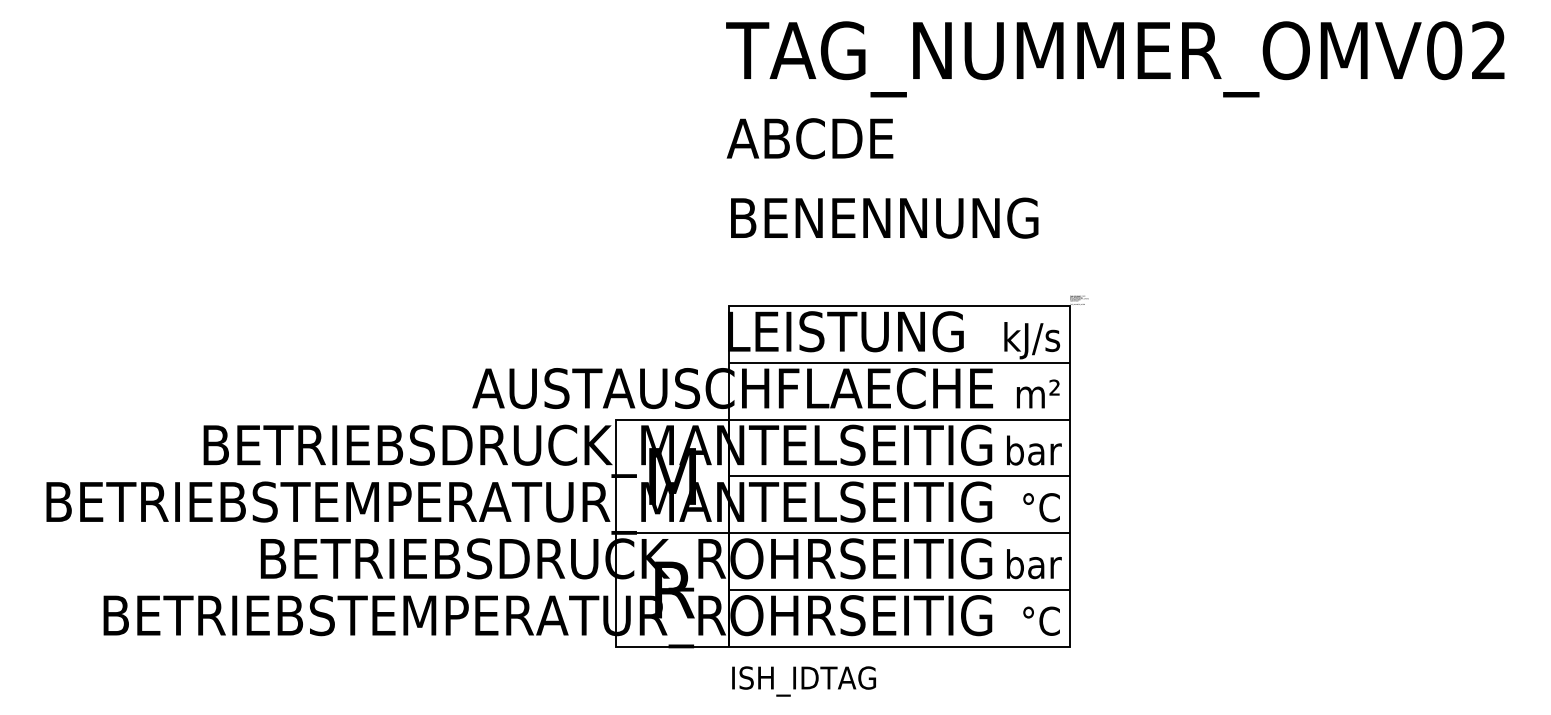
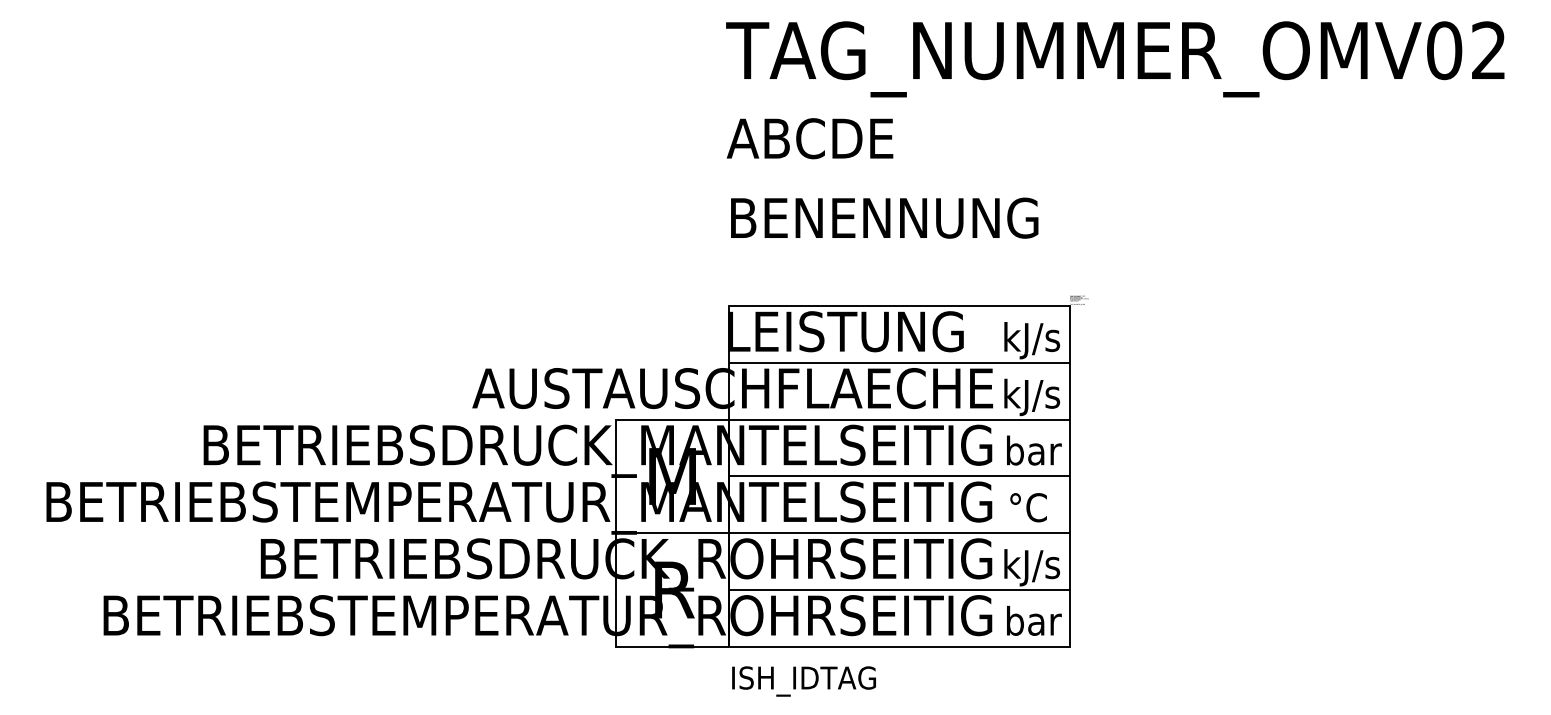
text at (1032, 397): m² -> kJ/s
text at (1041, 507) position: (1041, 507) -> (1028, 507)
text at (1032, 567): bar -> kJ/s
text at (1034, 620): °C -> bar
